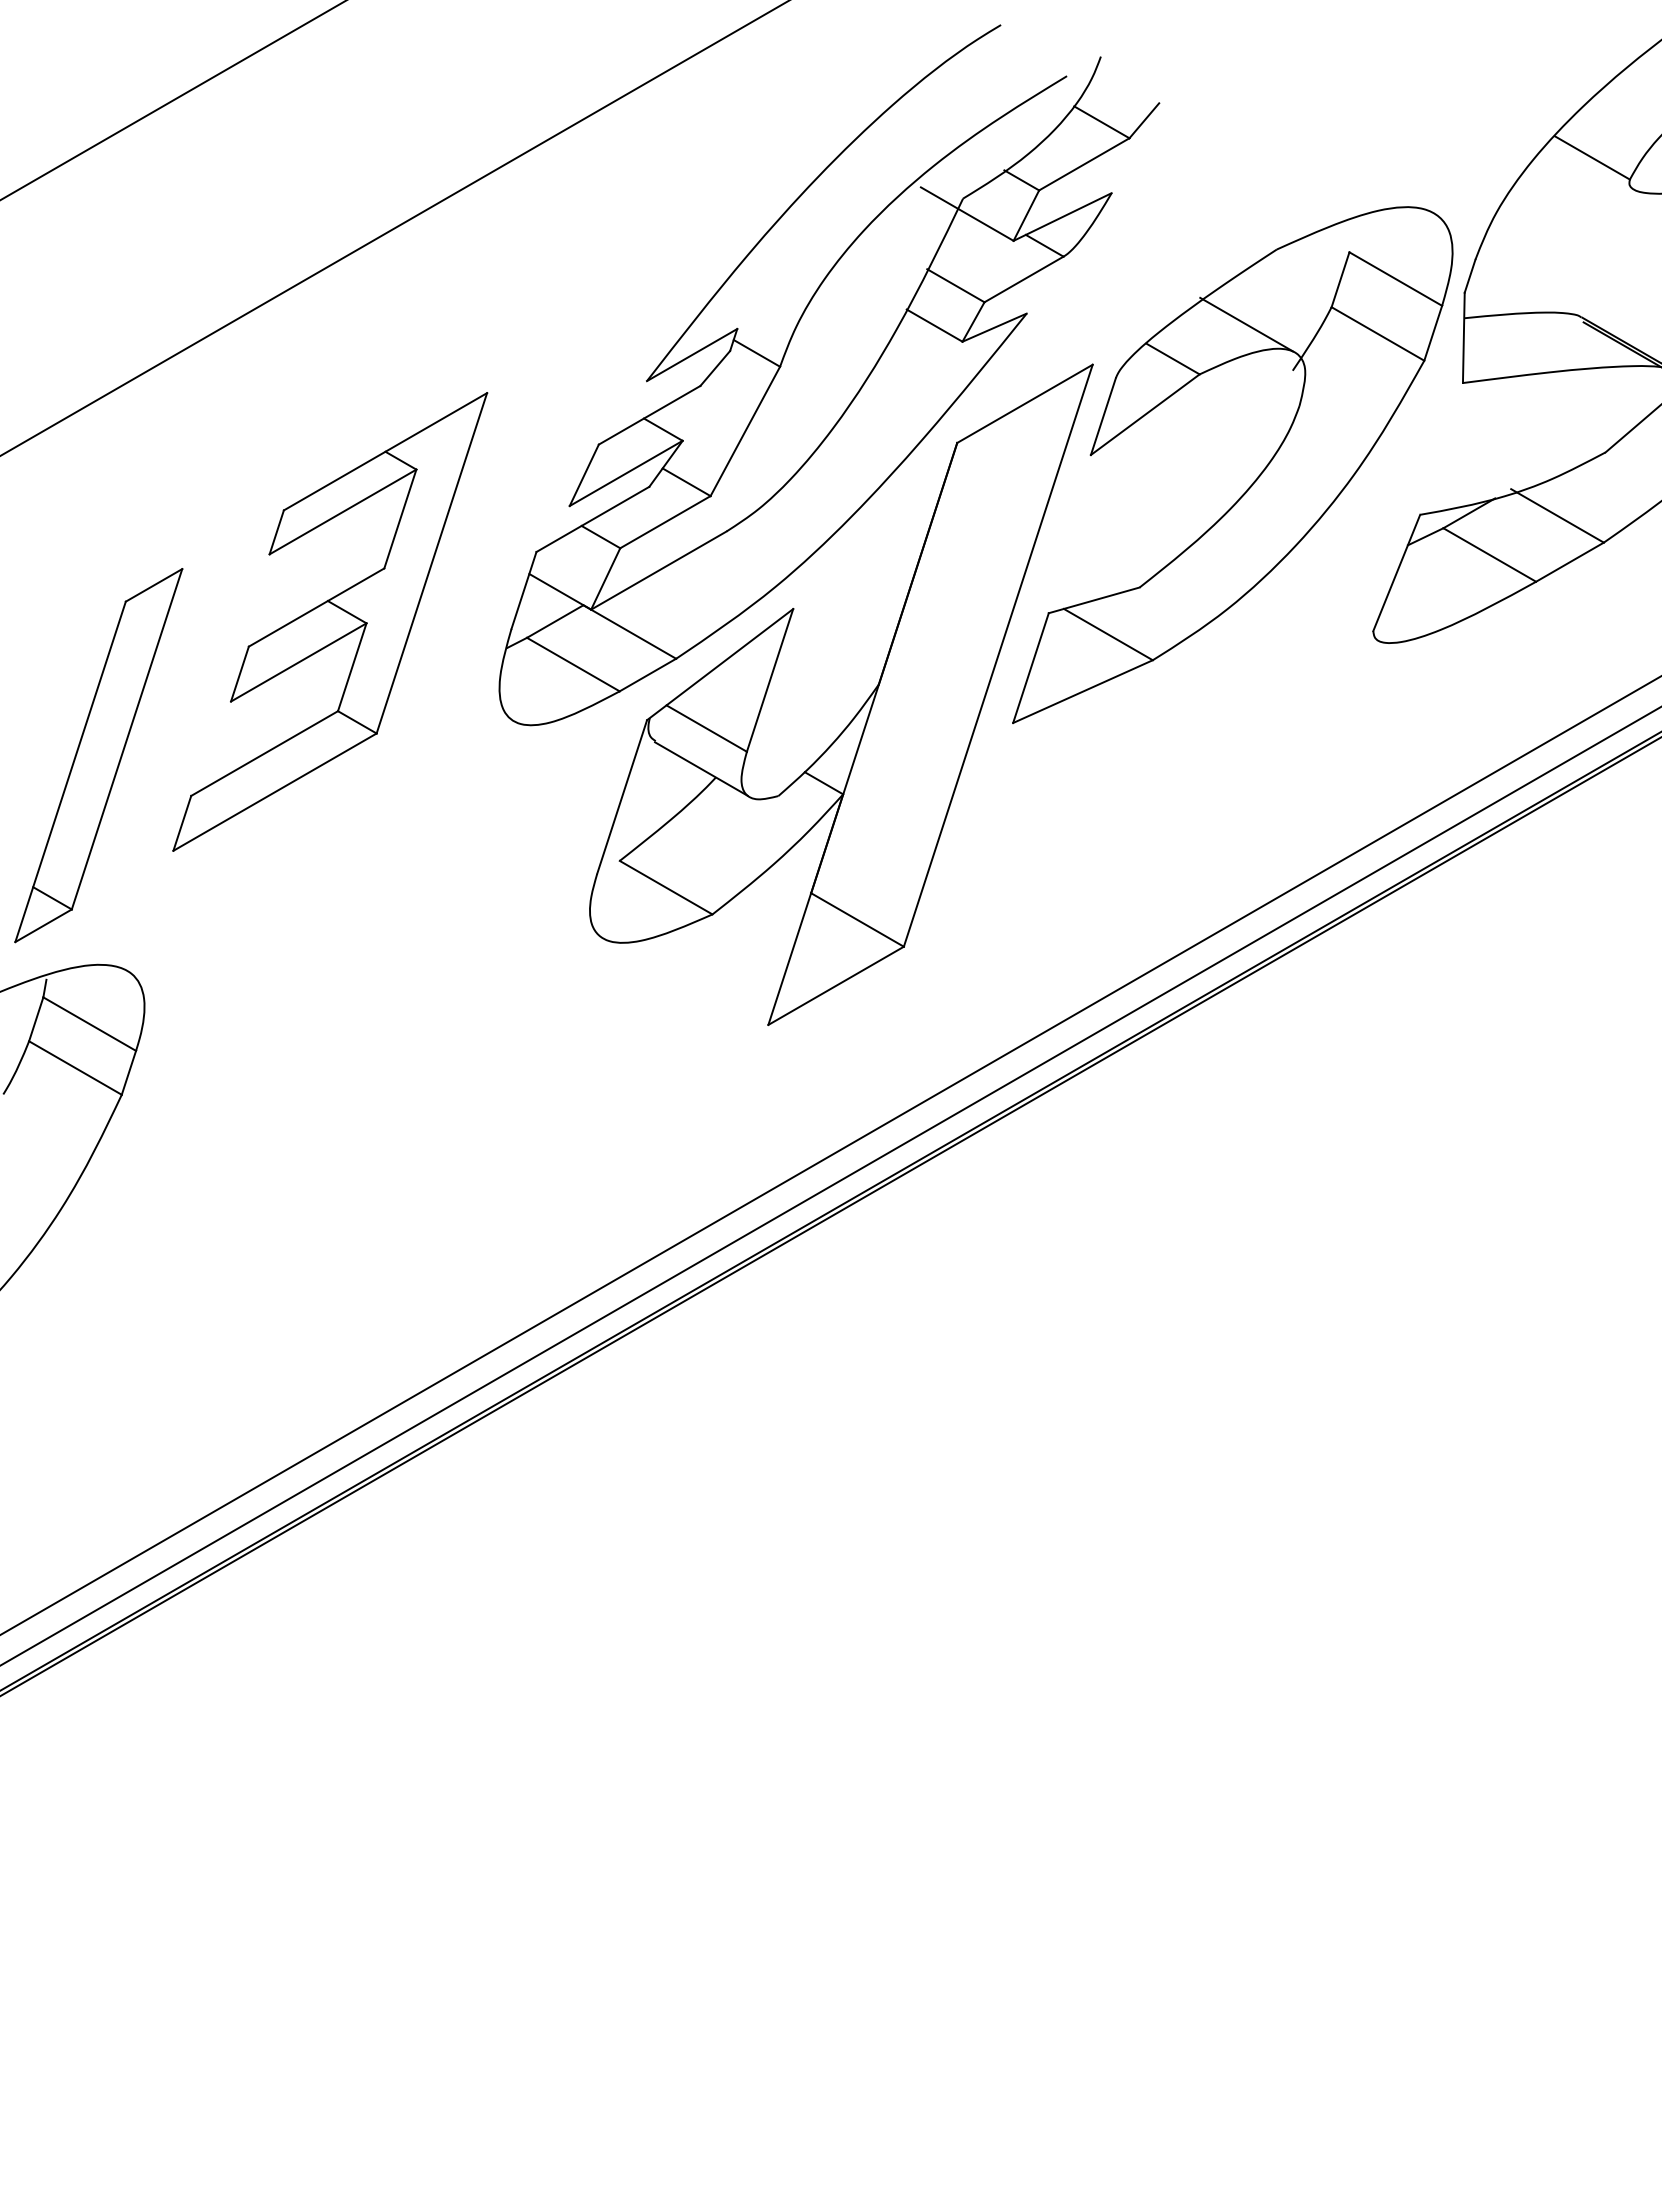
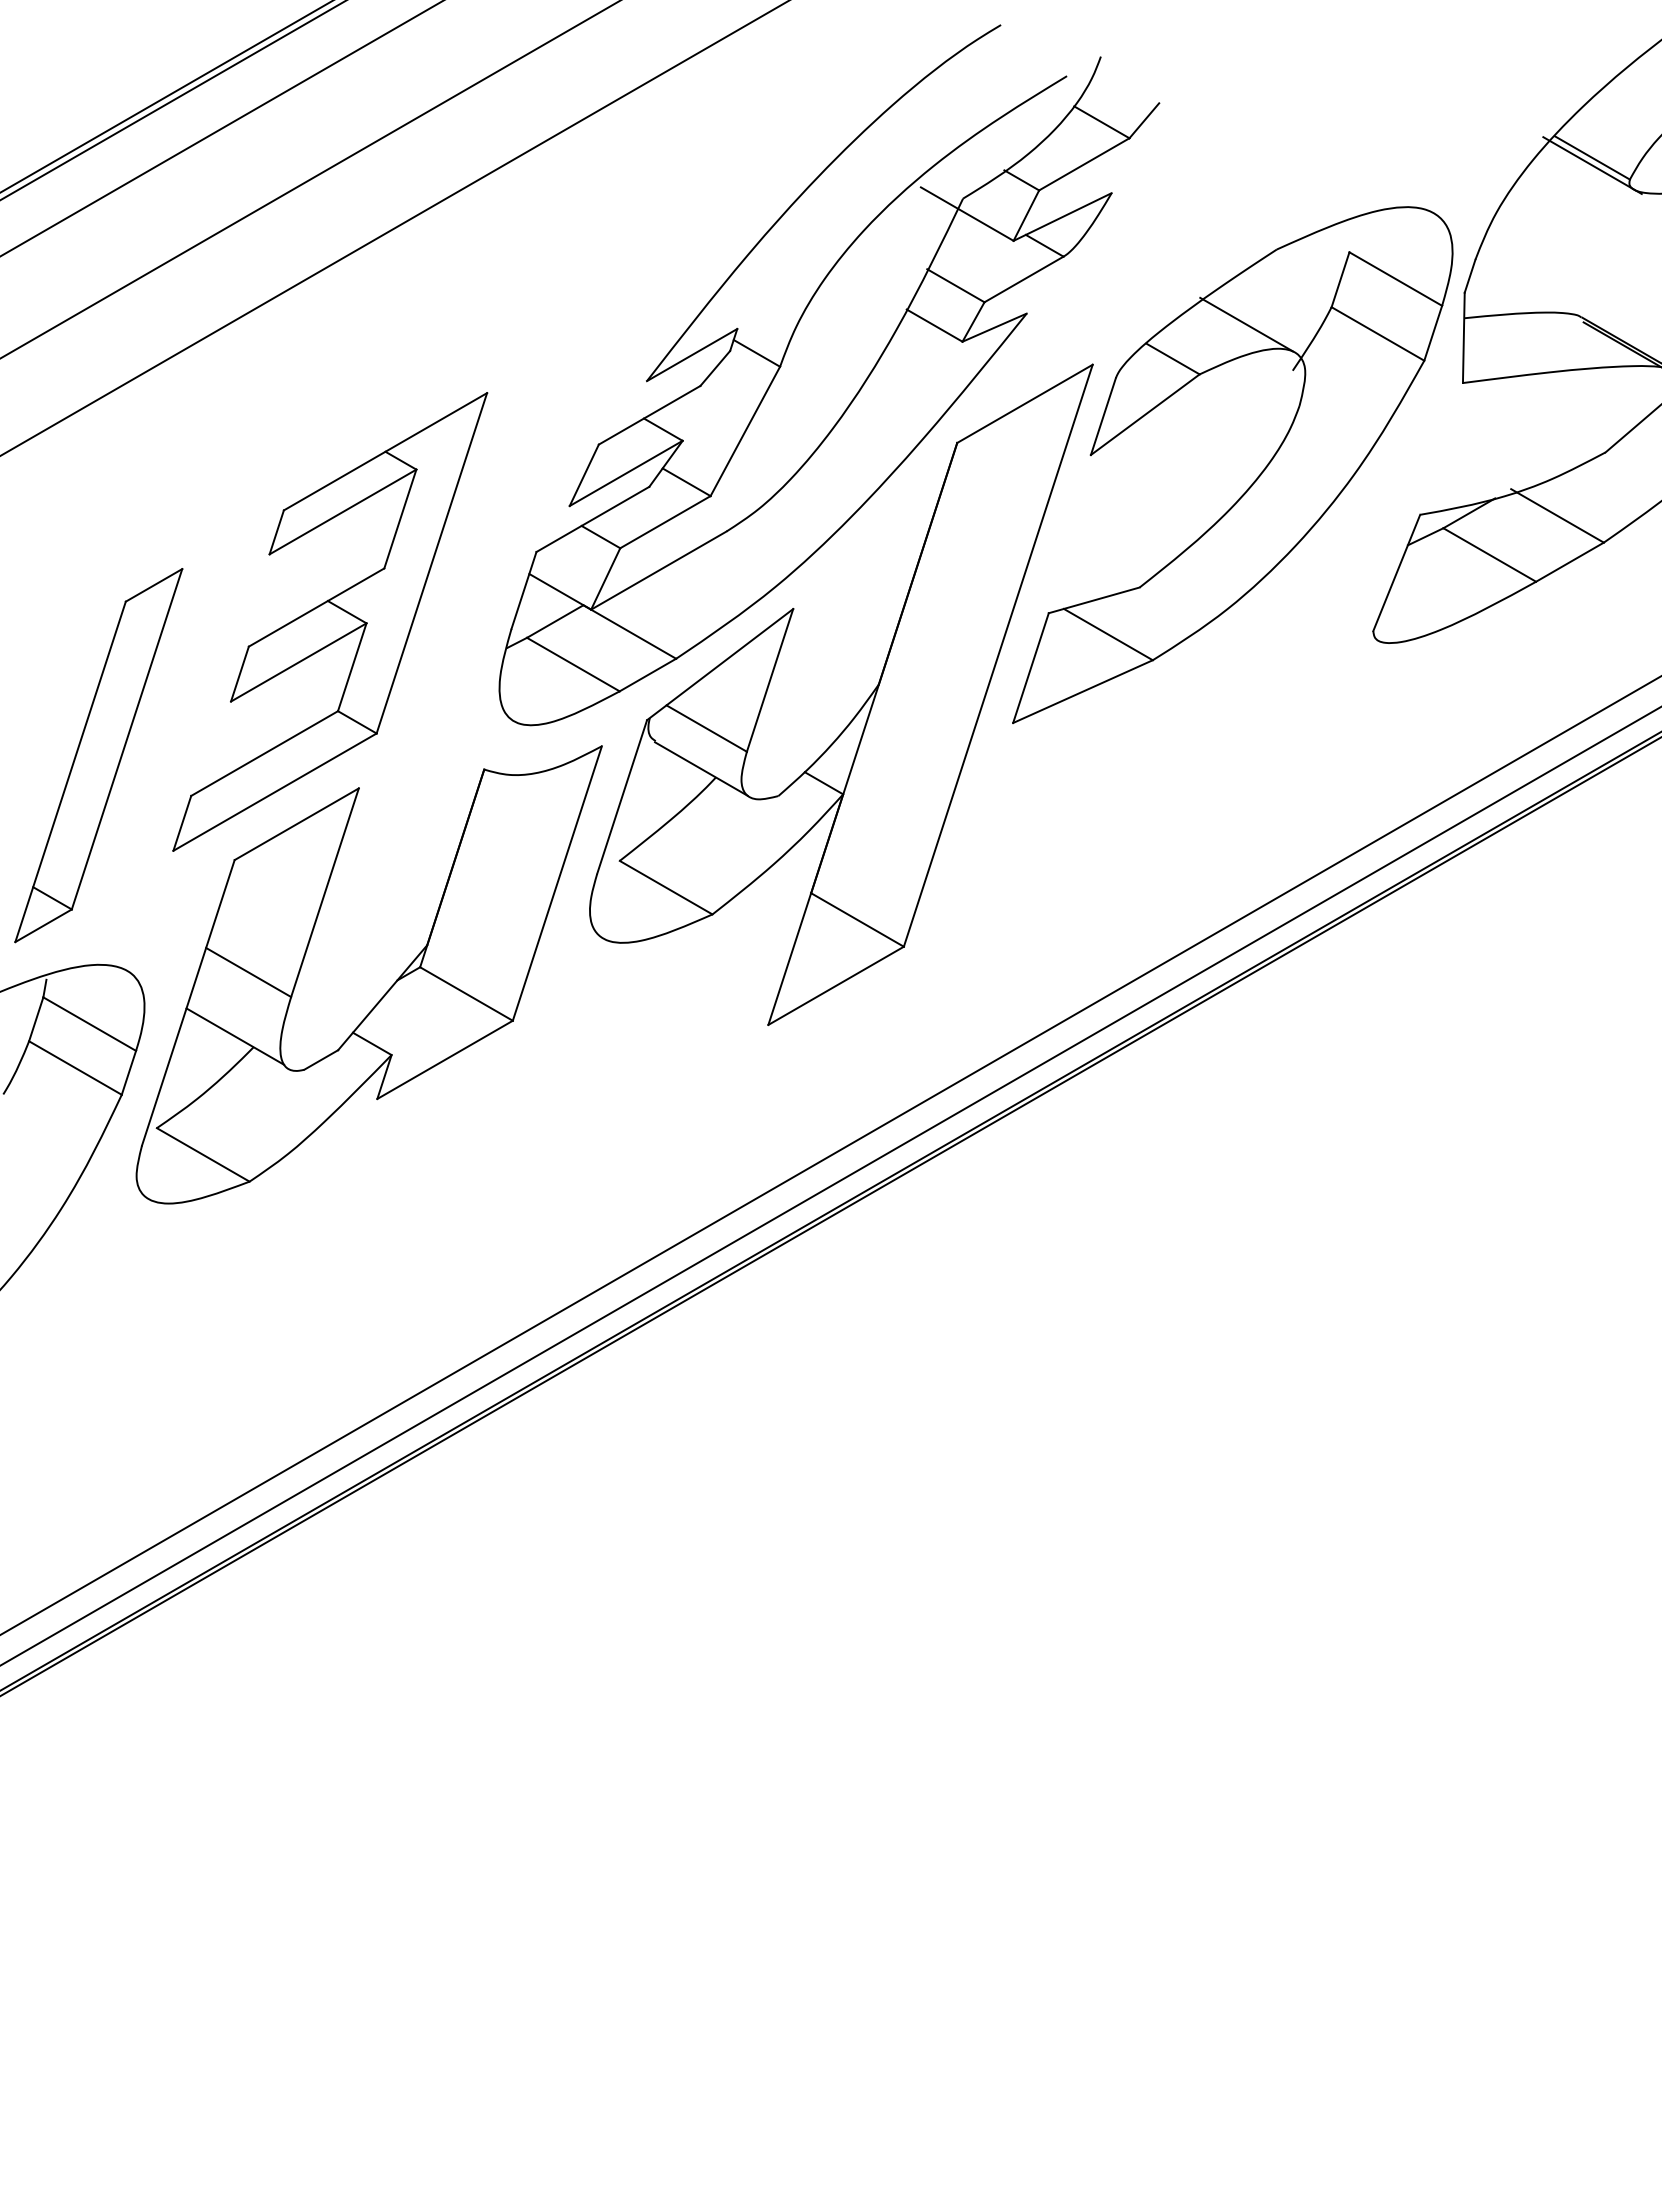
line at (166, 96): none -> present
line at (221, 128): none -> present
line at (1592, 165): none -> present
line at (309, 179): none -> present
part at (386, 991): none -> present
